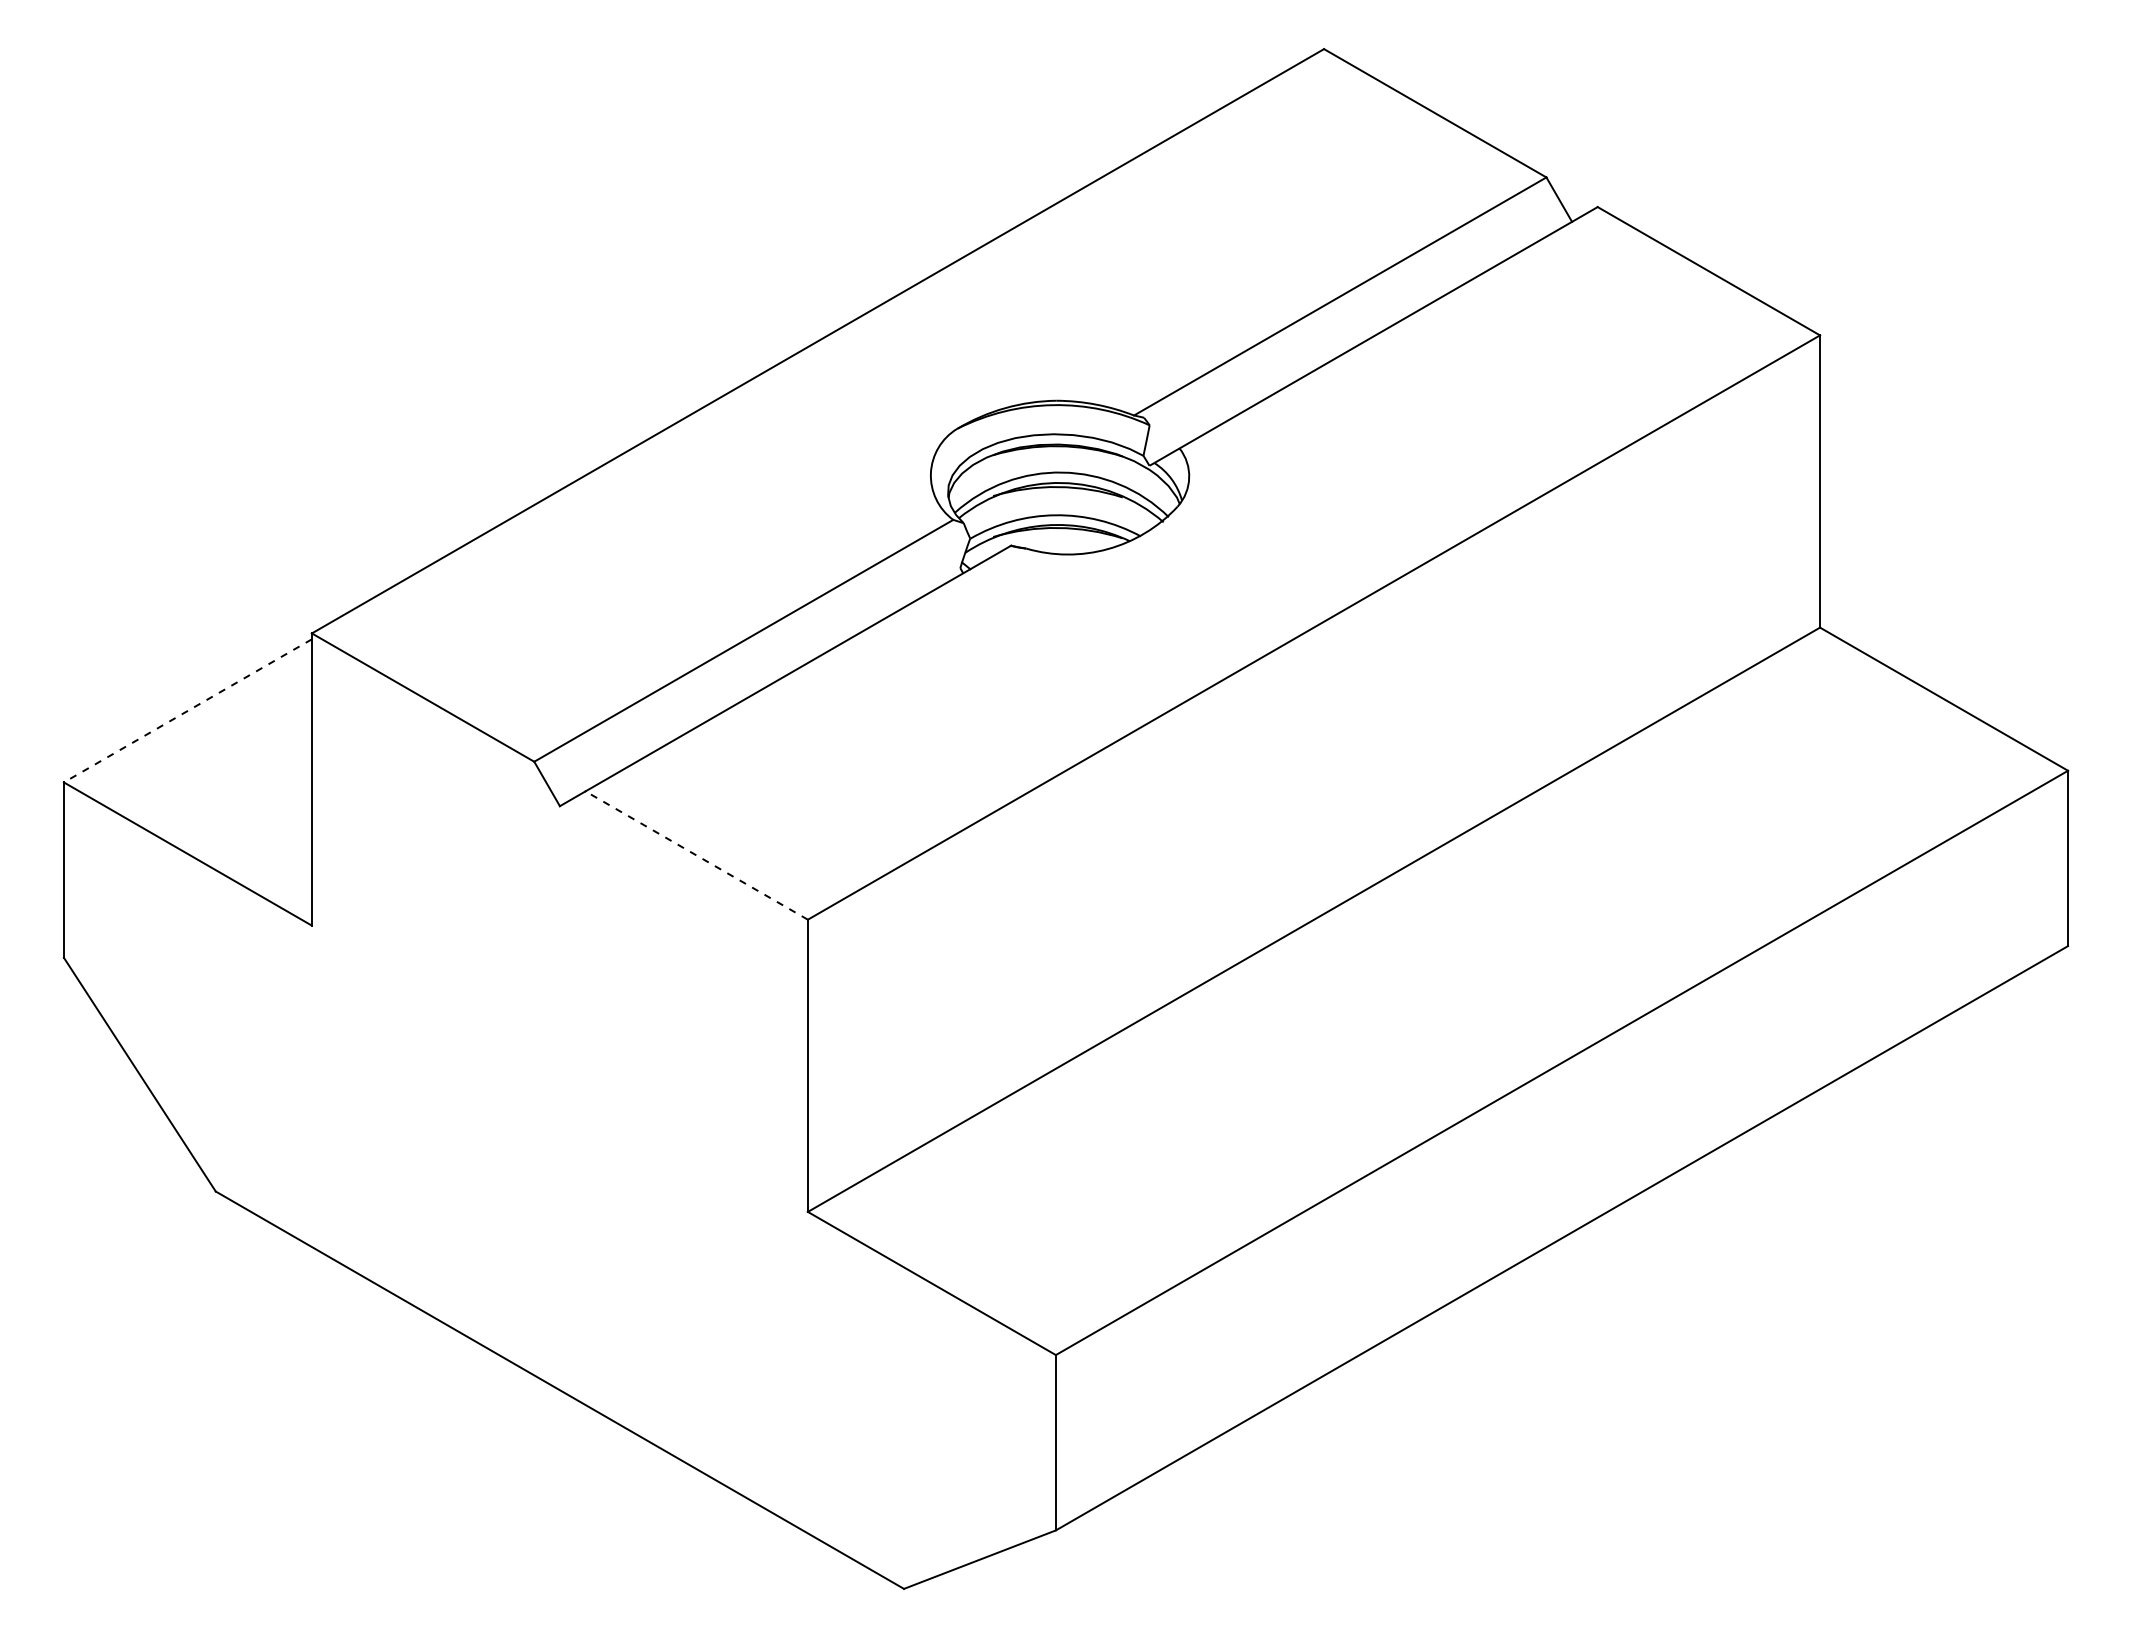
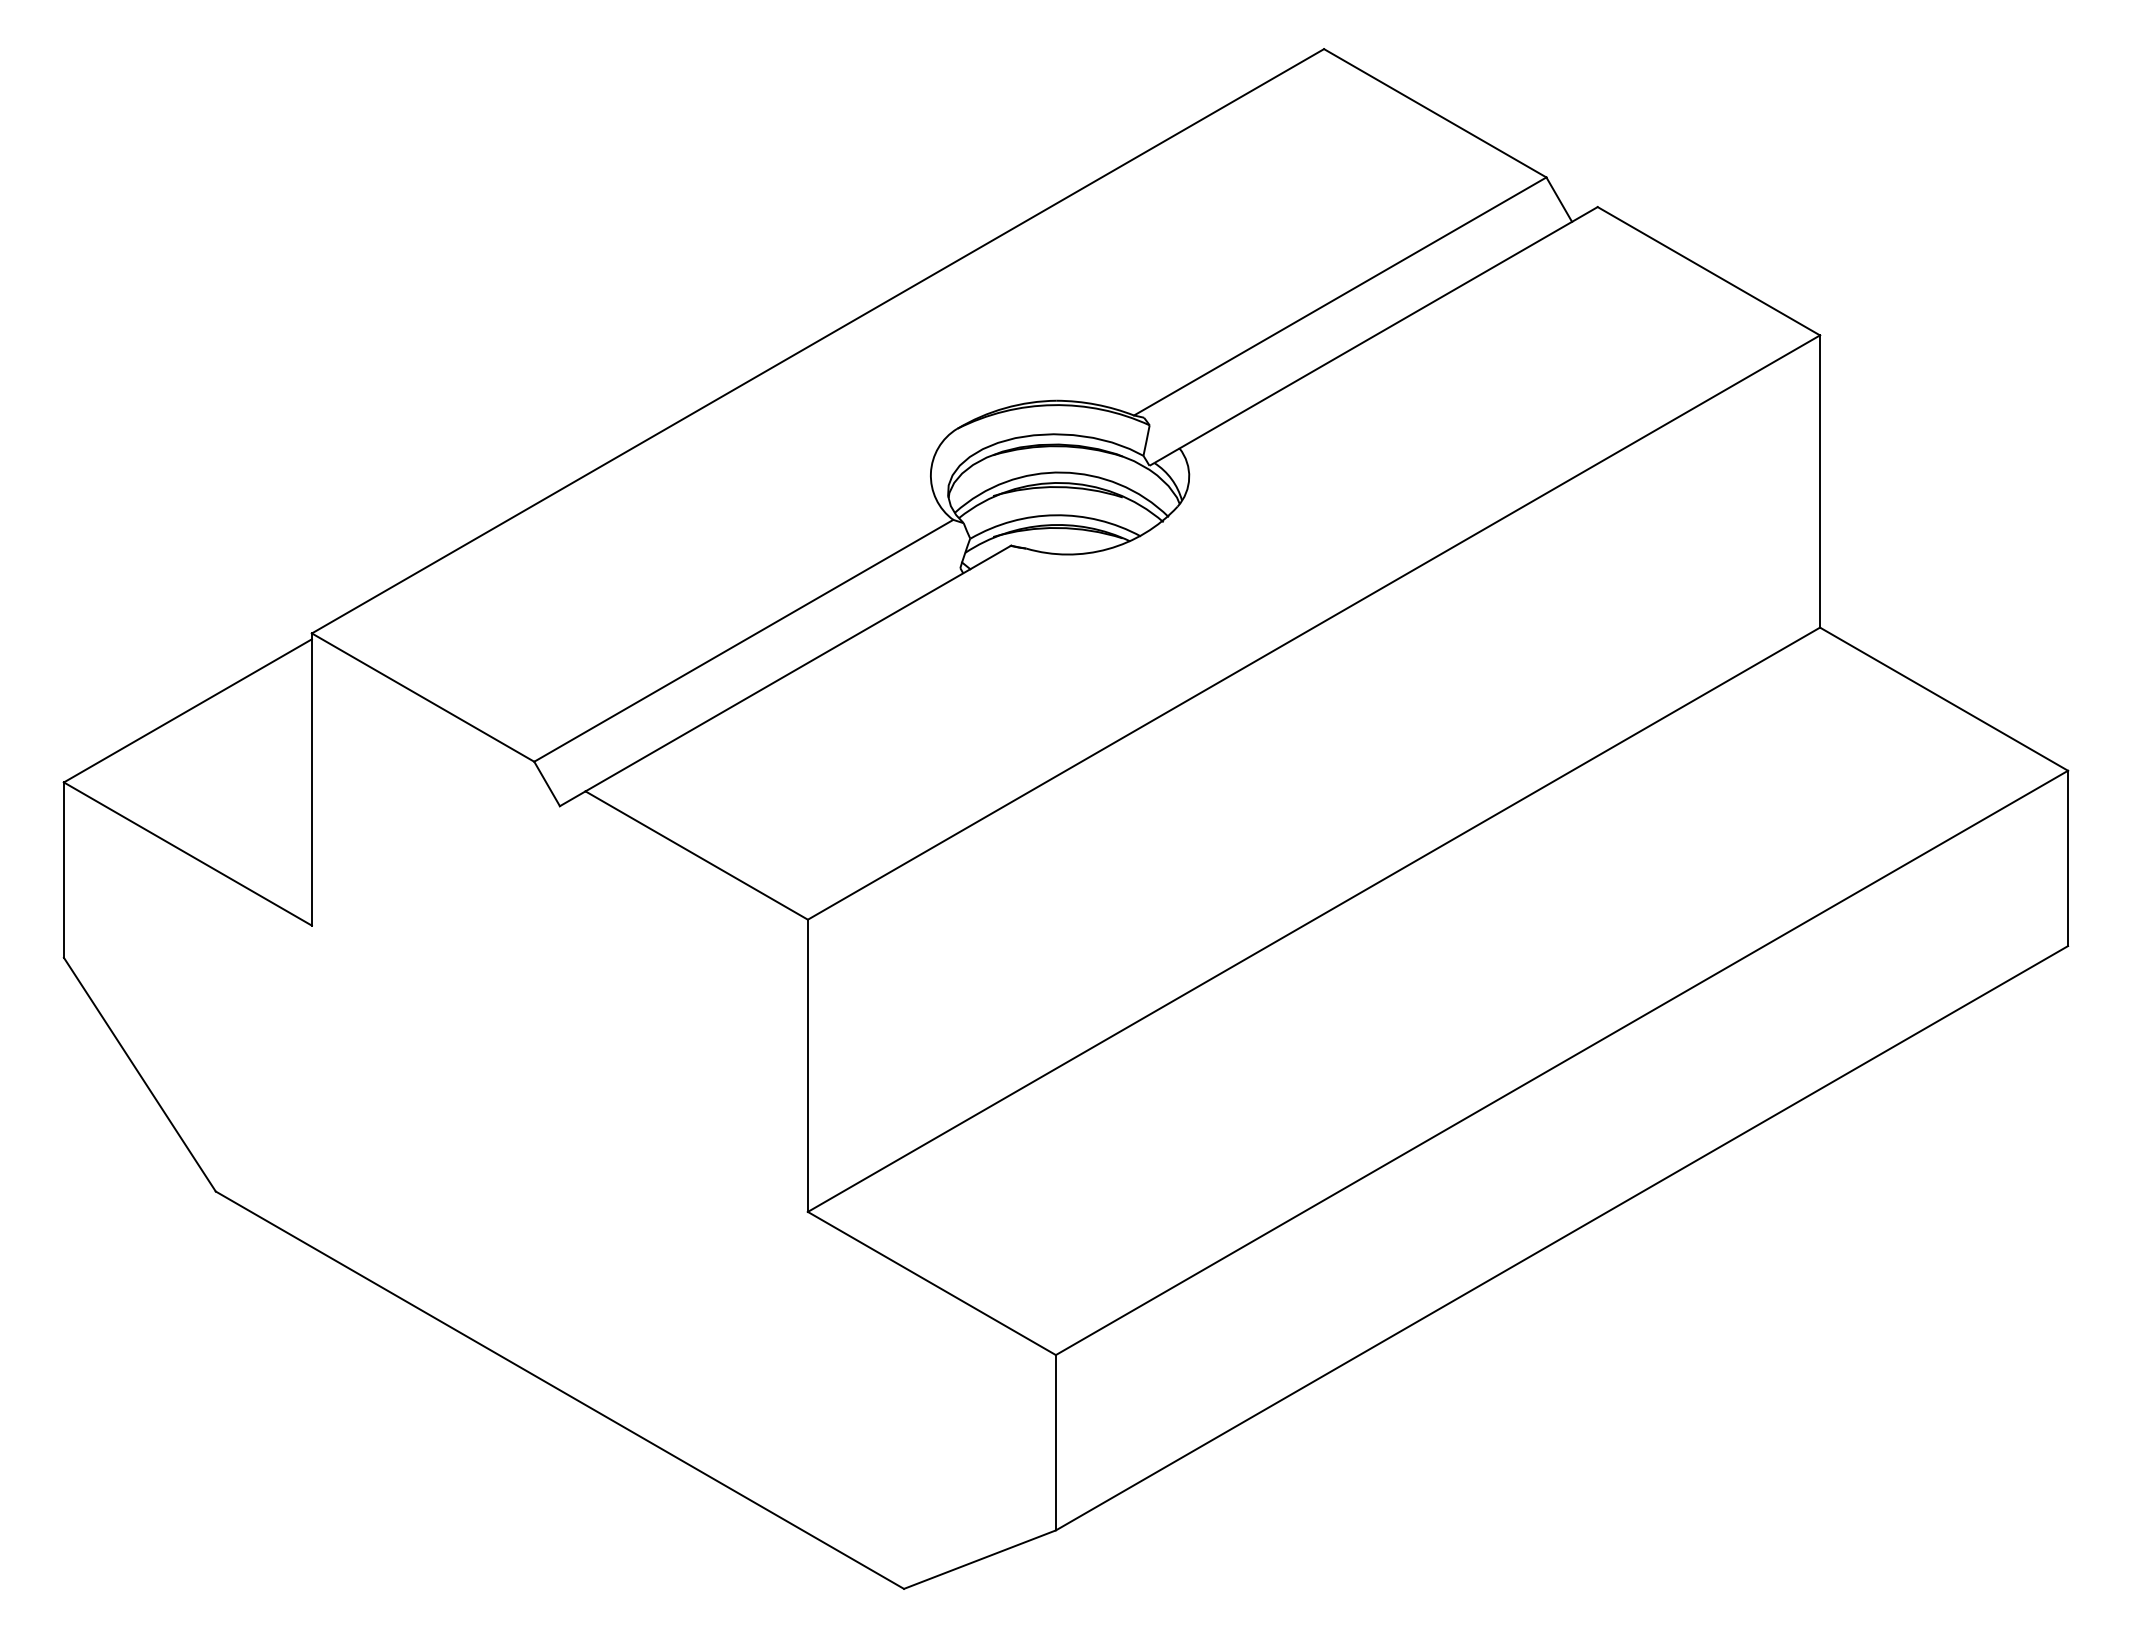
line at (187, 711): dashed -> solid
line at (696, 855): dashed -> solid
